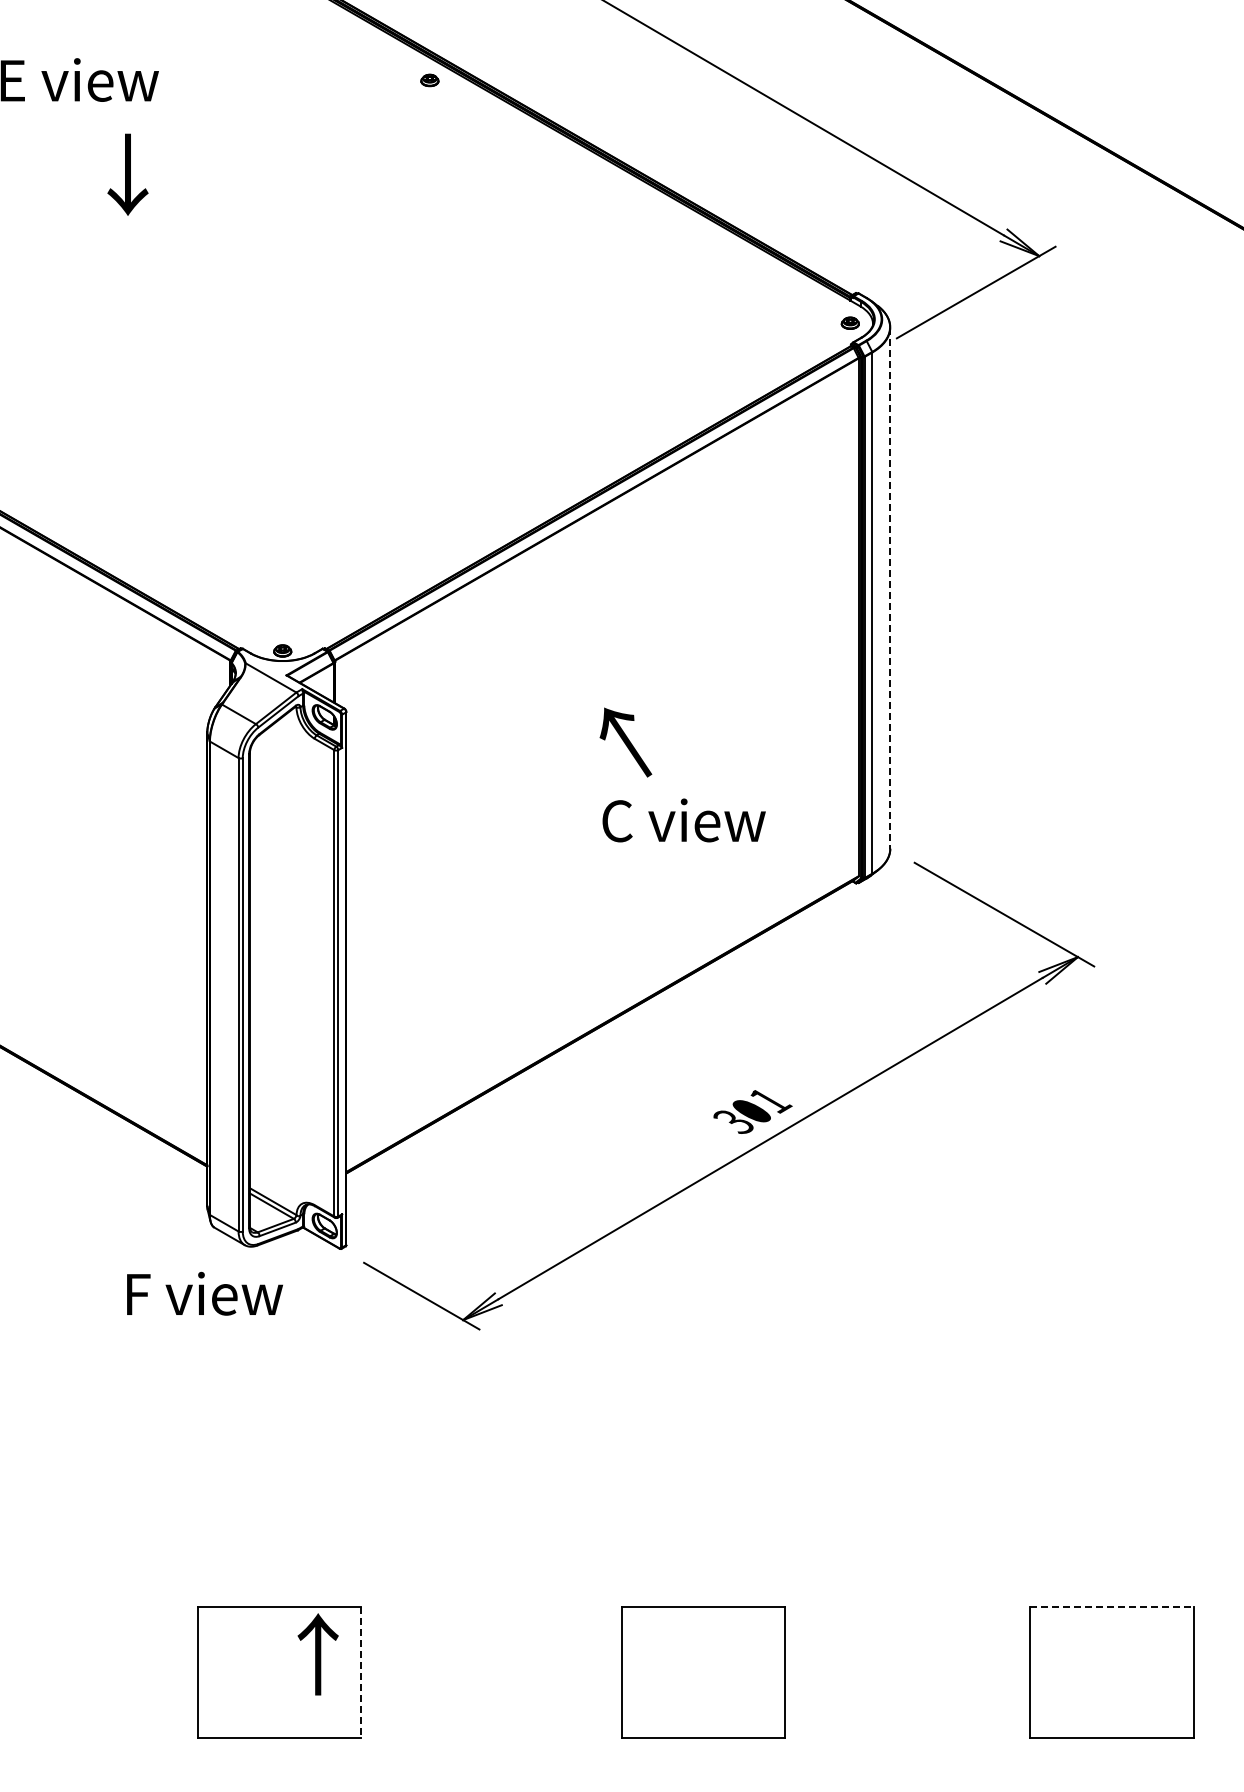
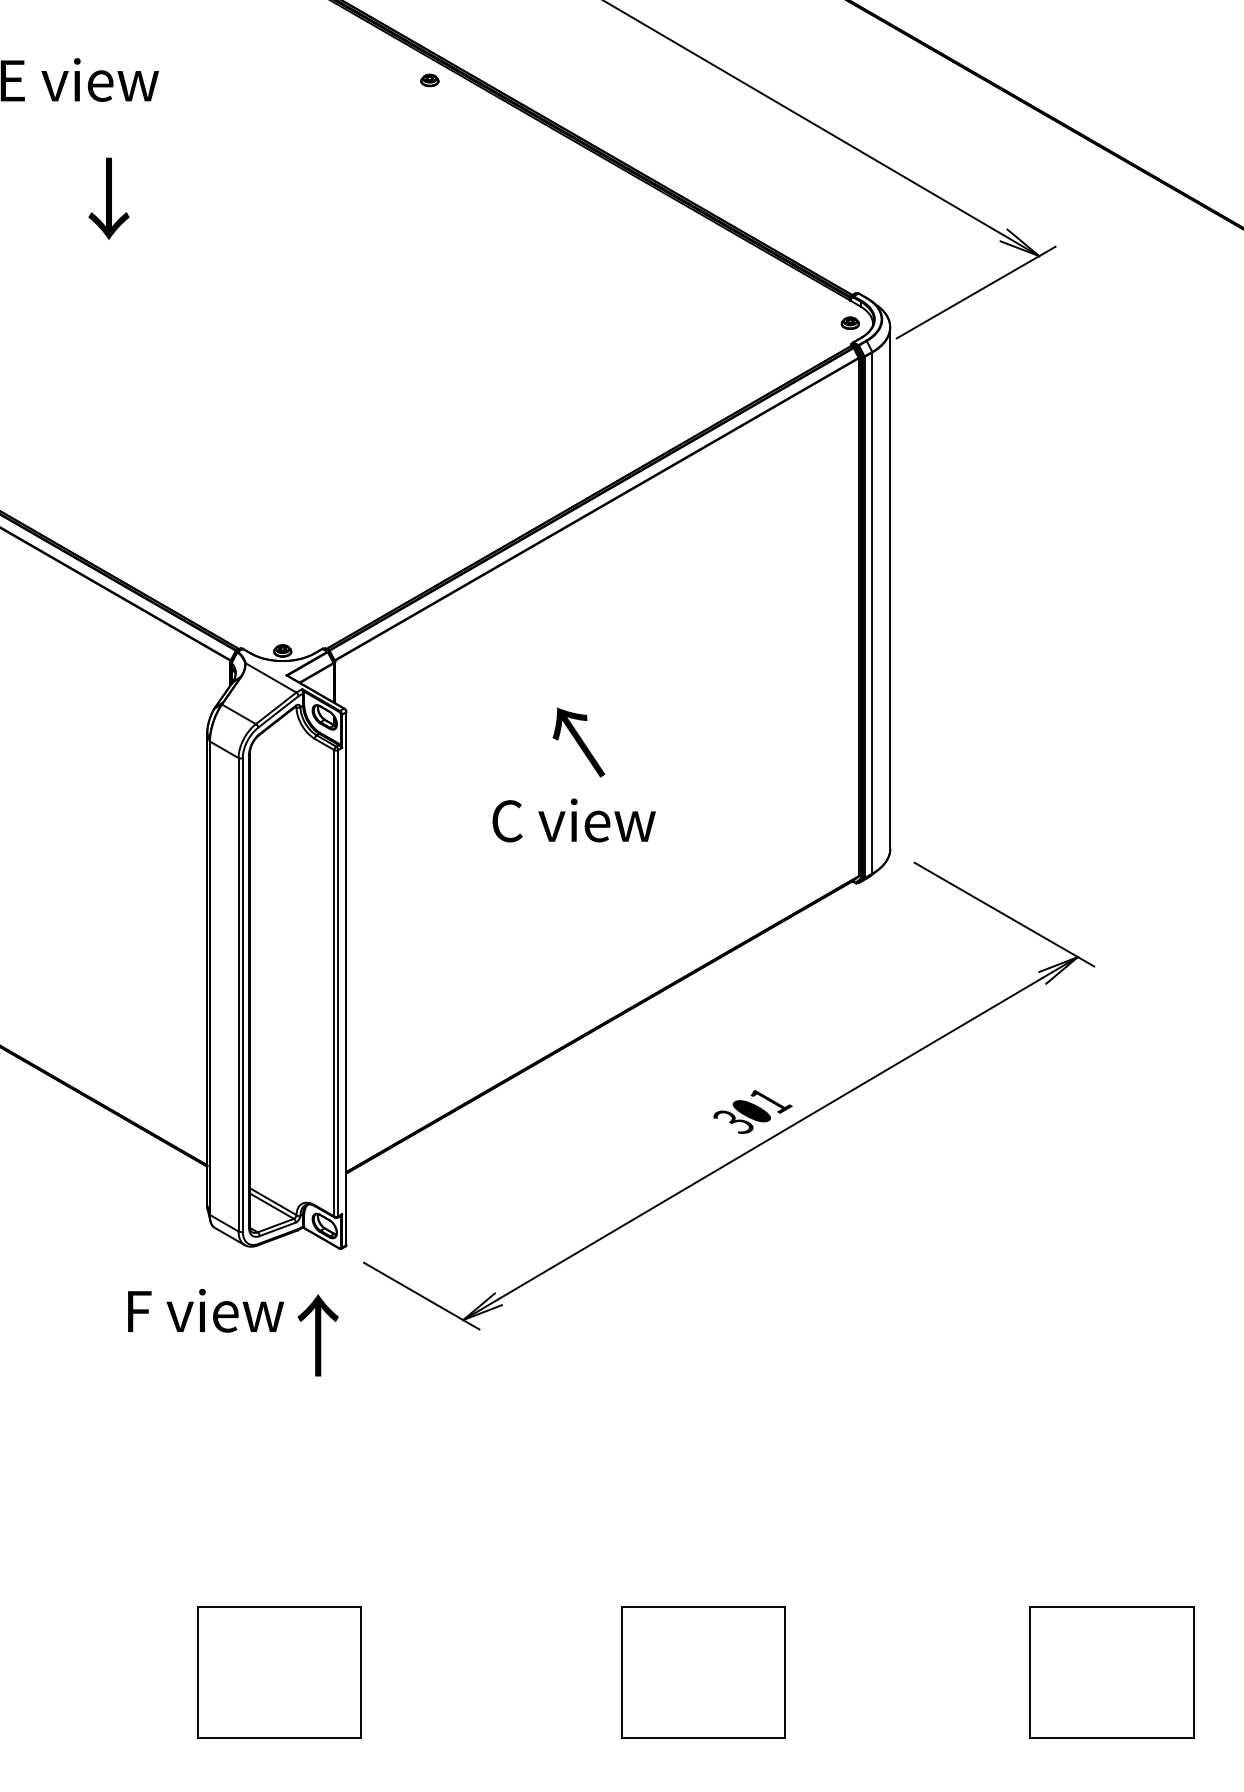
text at (127, 174) position: (127, 174) -> (108, 198)
line at (890, 588): dashed -> solid
text at (625, 742) position: (625, 742) -> (578, 742)
text at (683, 820) position: (683, 820) -> (573, 820)
text at (204, 1293) position: (204, 1293) -> (205, 1310)
line at (1112, 1607): dashed -> solid
text at (317, 1654) position: (317, 1654) -> (317, 1335)
line at (361, 1673): dashed -> solid
